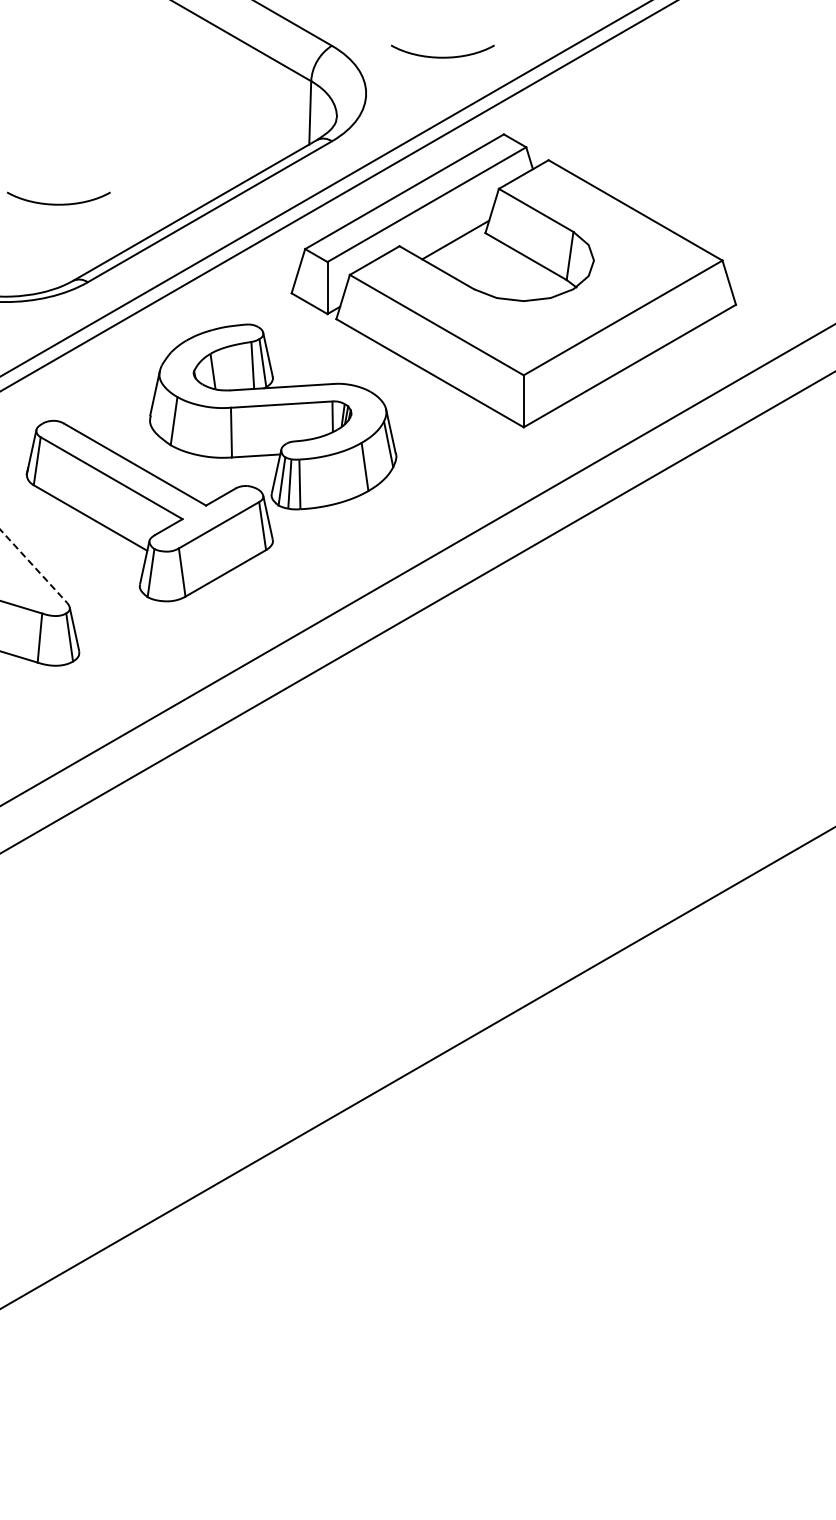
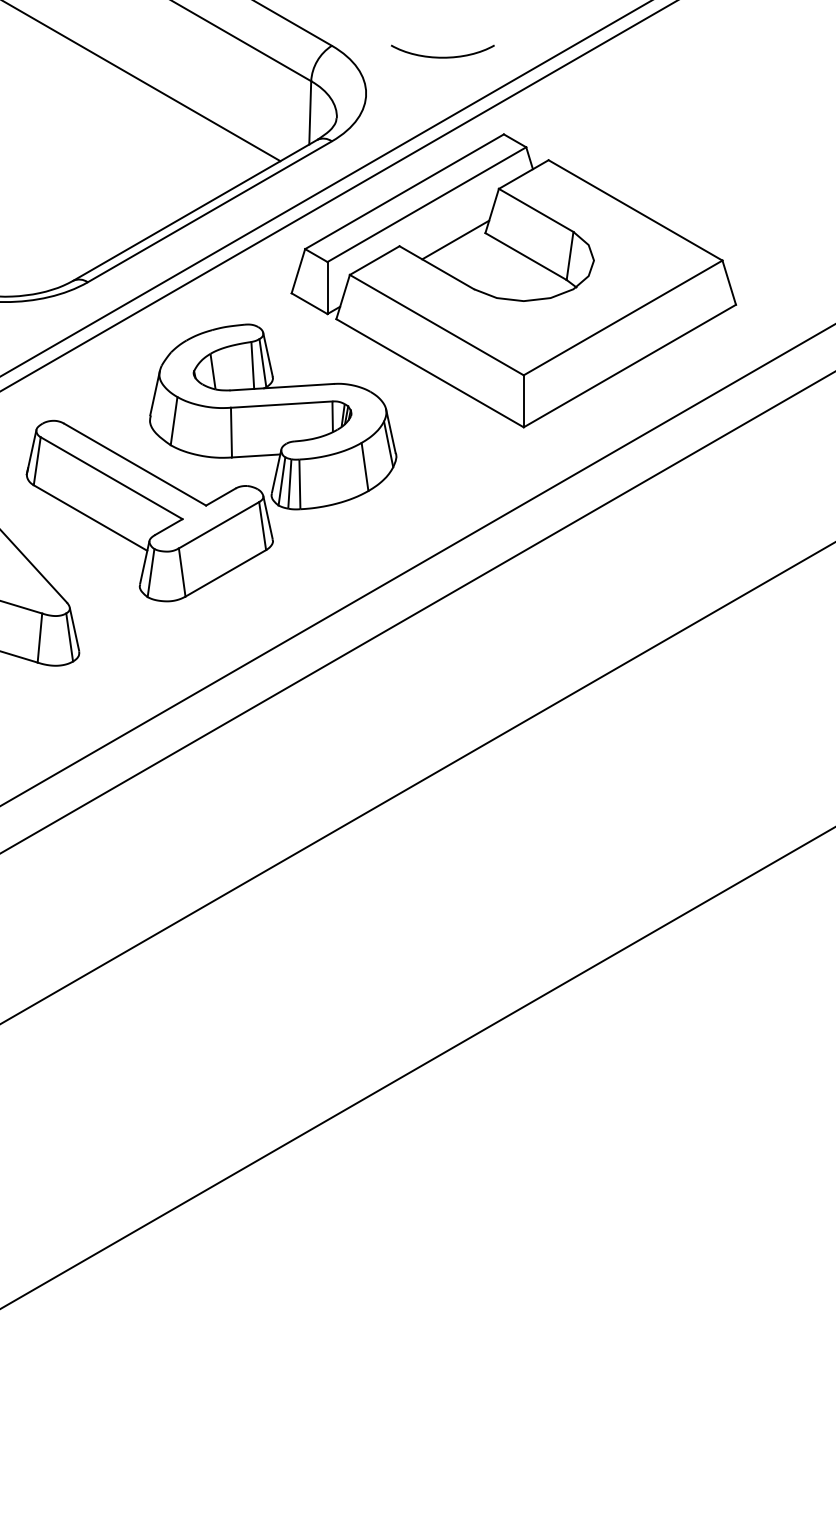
line at (142, 81): none -> present
curve at (58, 203): present -> none
line at (34, 566): dashed -> solid
line at (417, 782): none -> present
